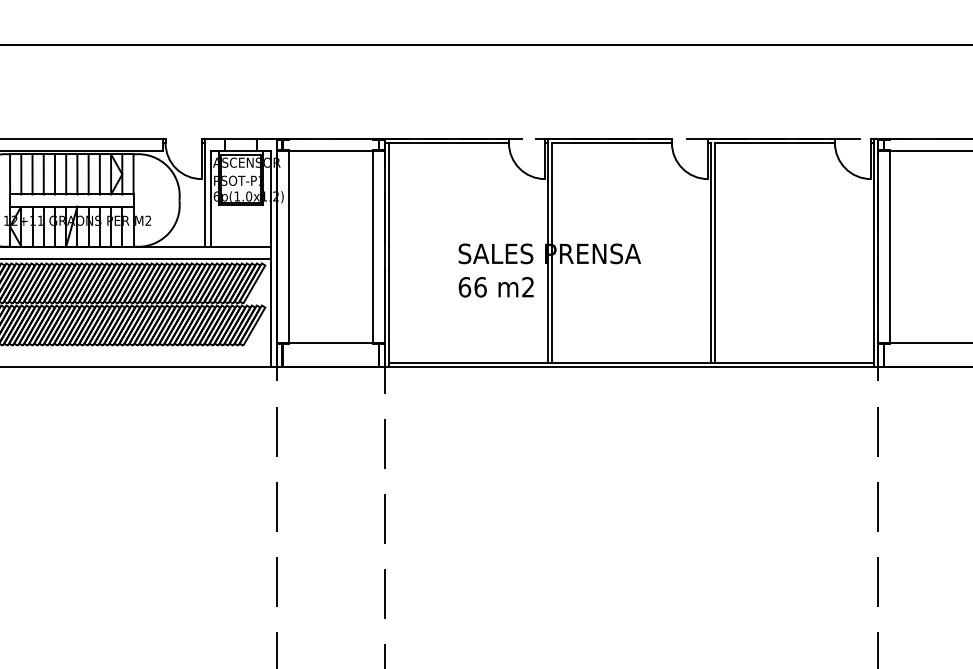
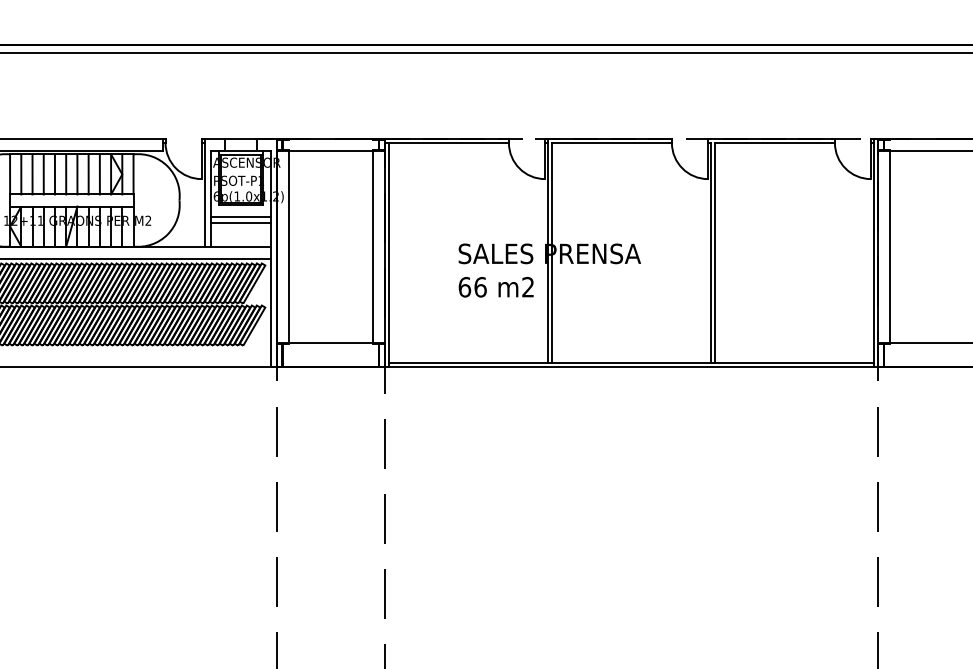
line at (485, 53): none -> present
line at (240, 217): none -> present
line at (240, 223): none -> present
